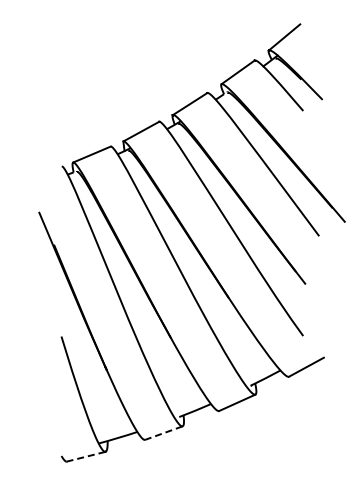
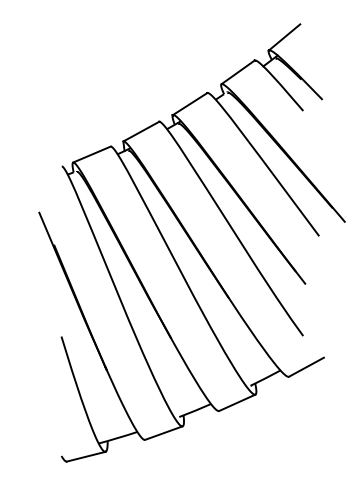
line at (163, 433): dashed -> solid
line at (86, 456): dashed -> solid
